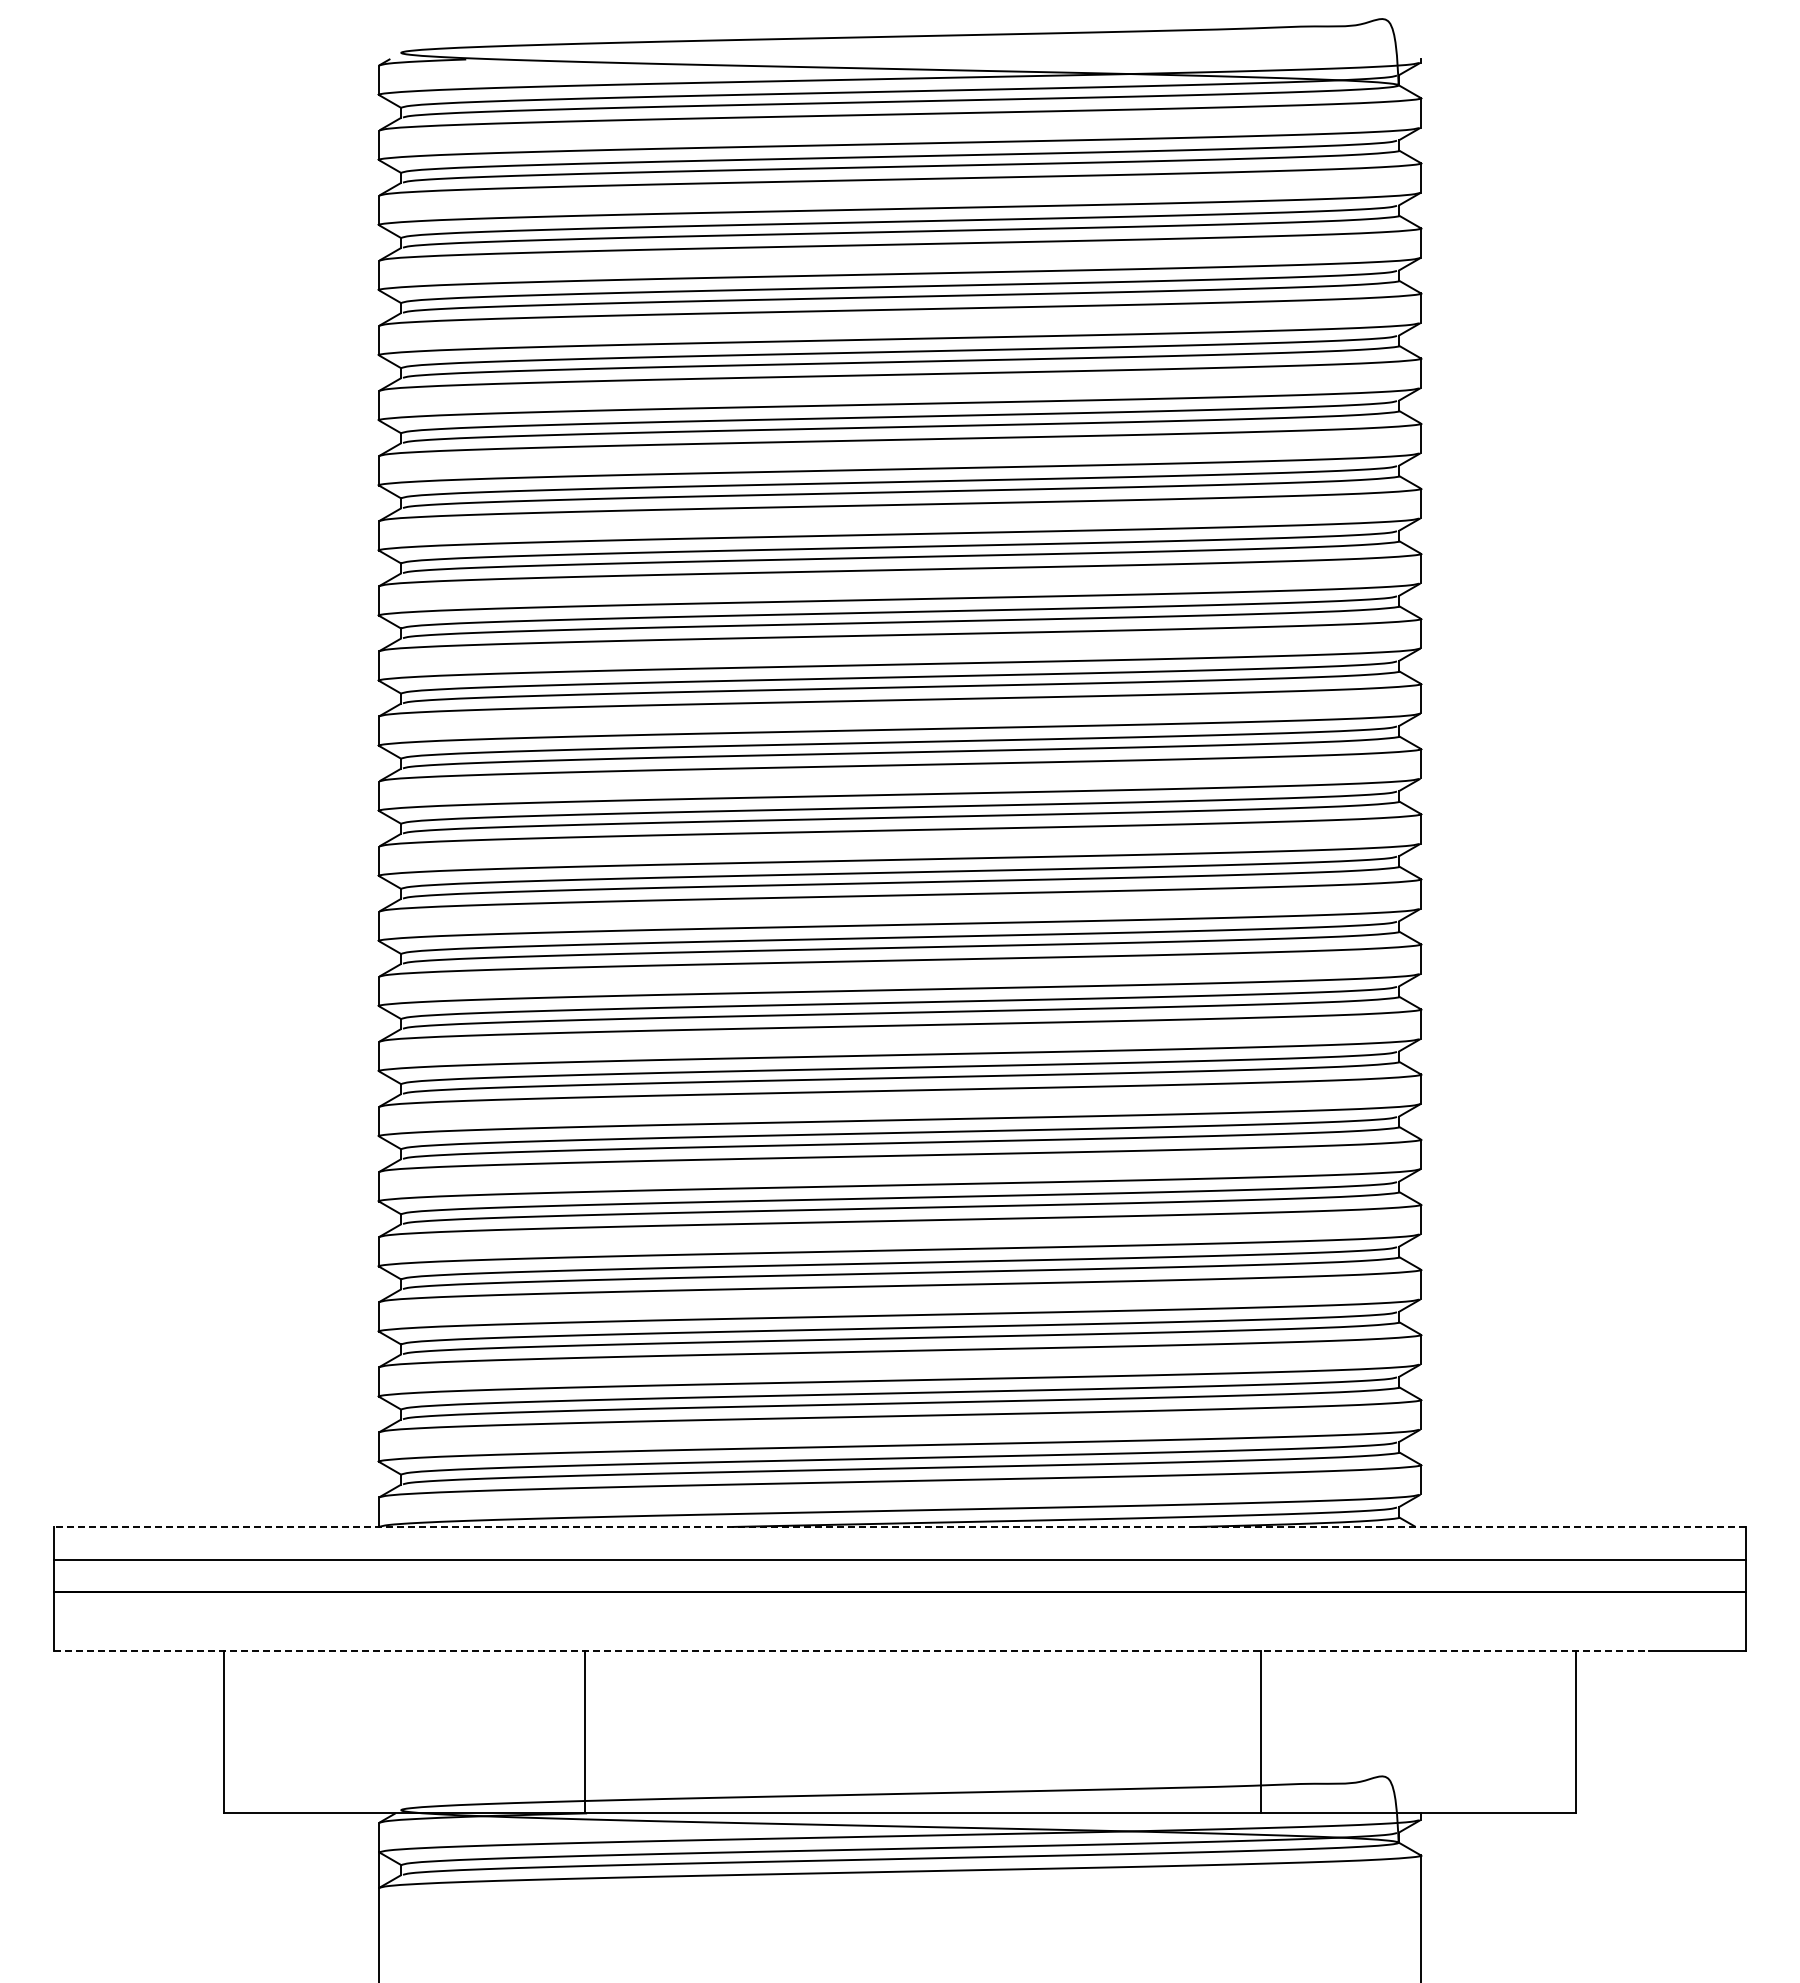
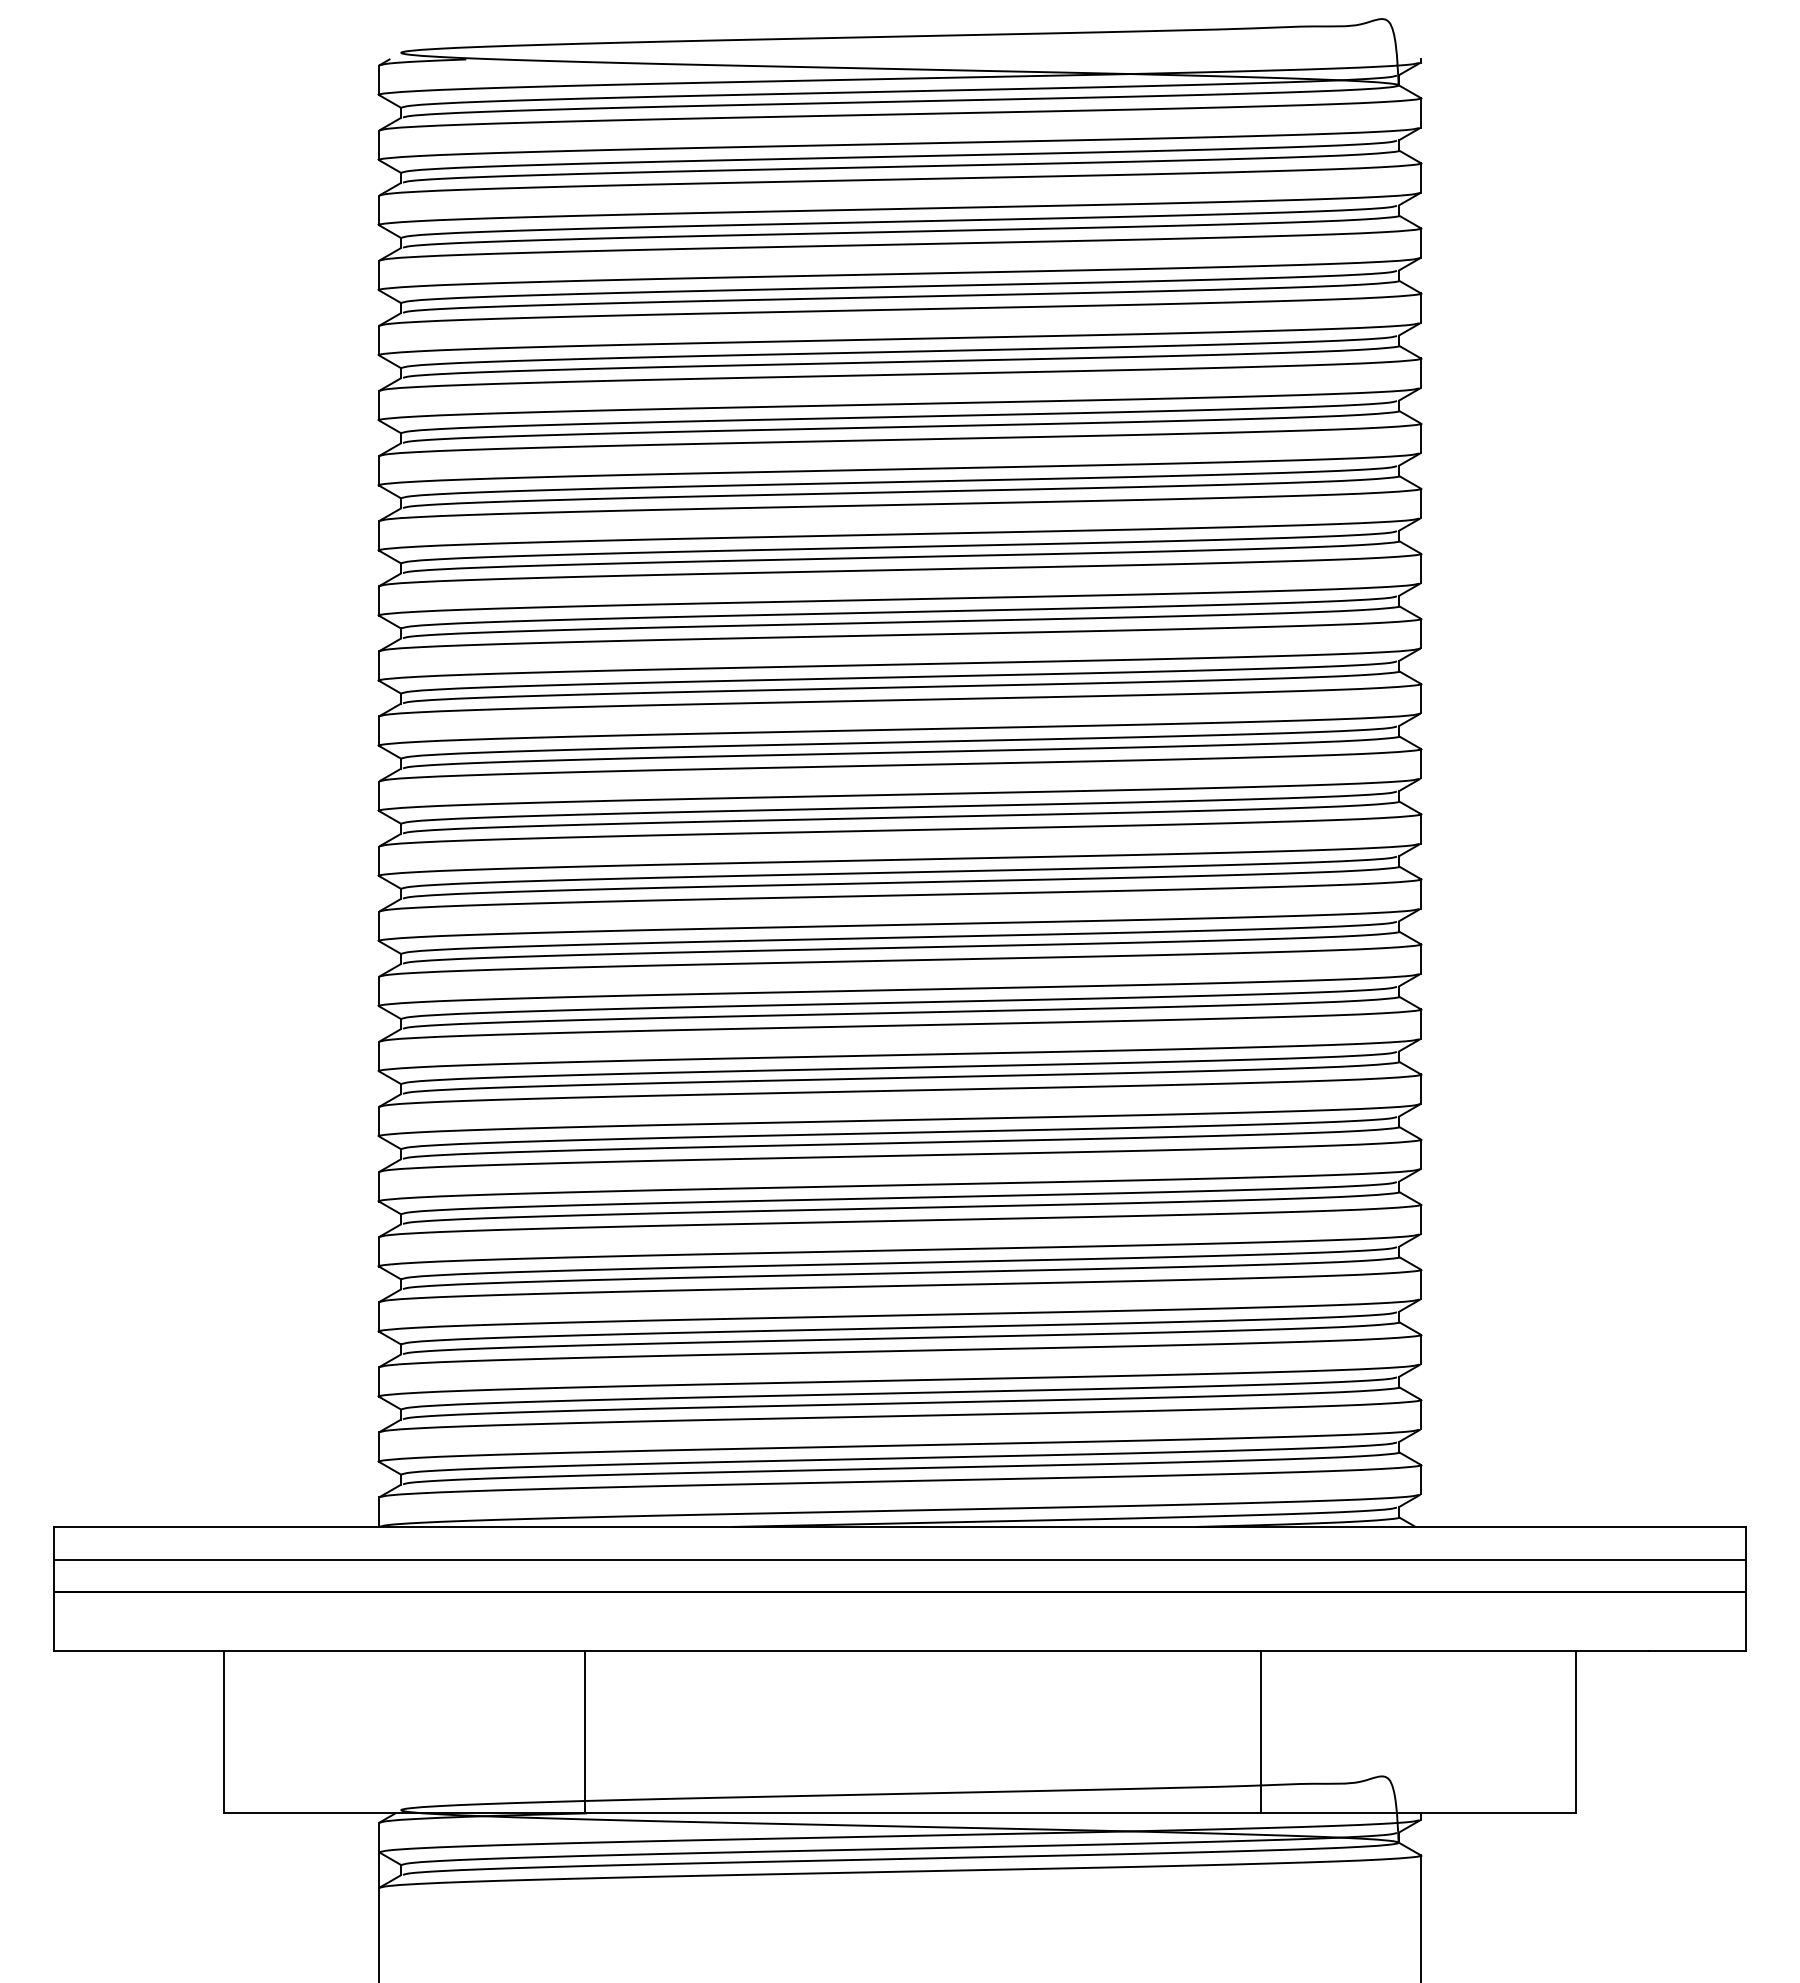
line at (899, 1526): dashed -> solid
line at (851, 1650): dashed -> solid
